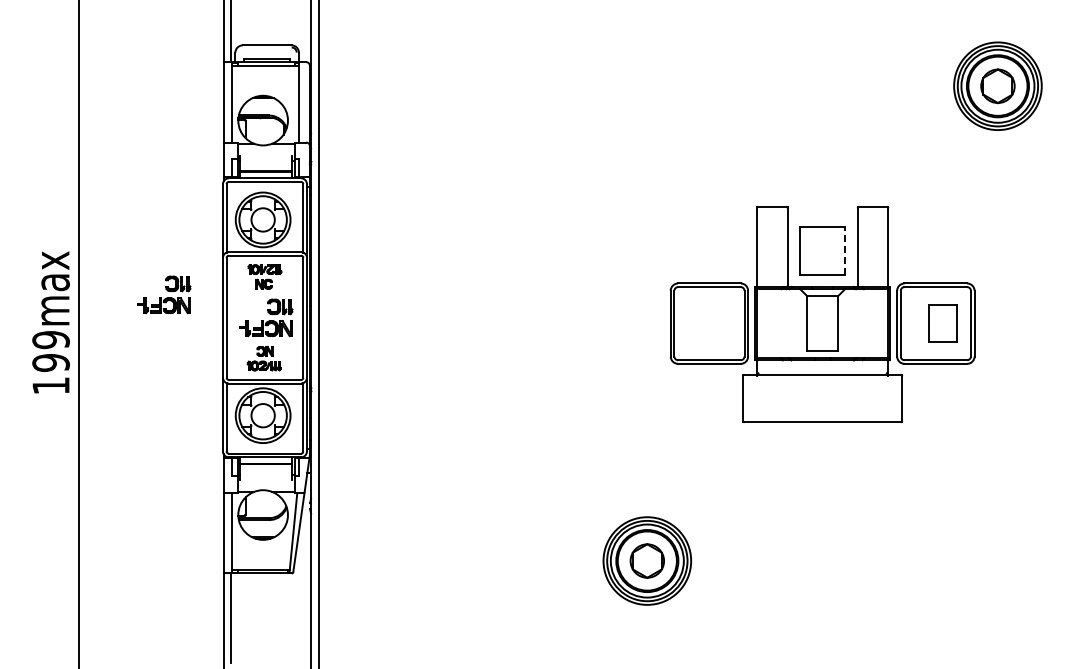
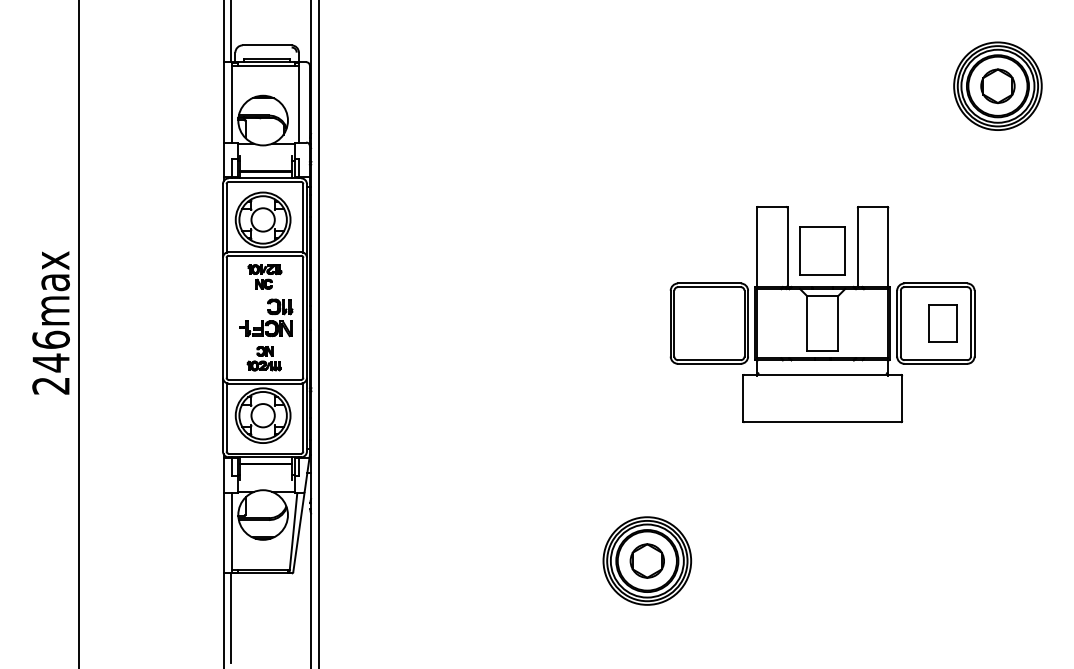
line at (845, 250): dashed -> solid
part at (164, 294): present -> none
text at (50, 362): 199max -> 246max
